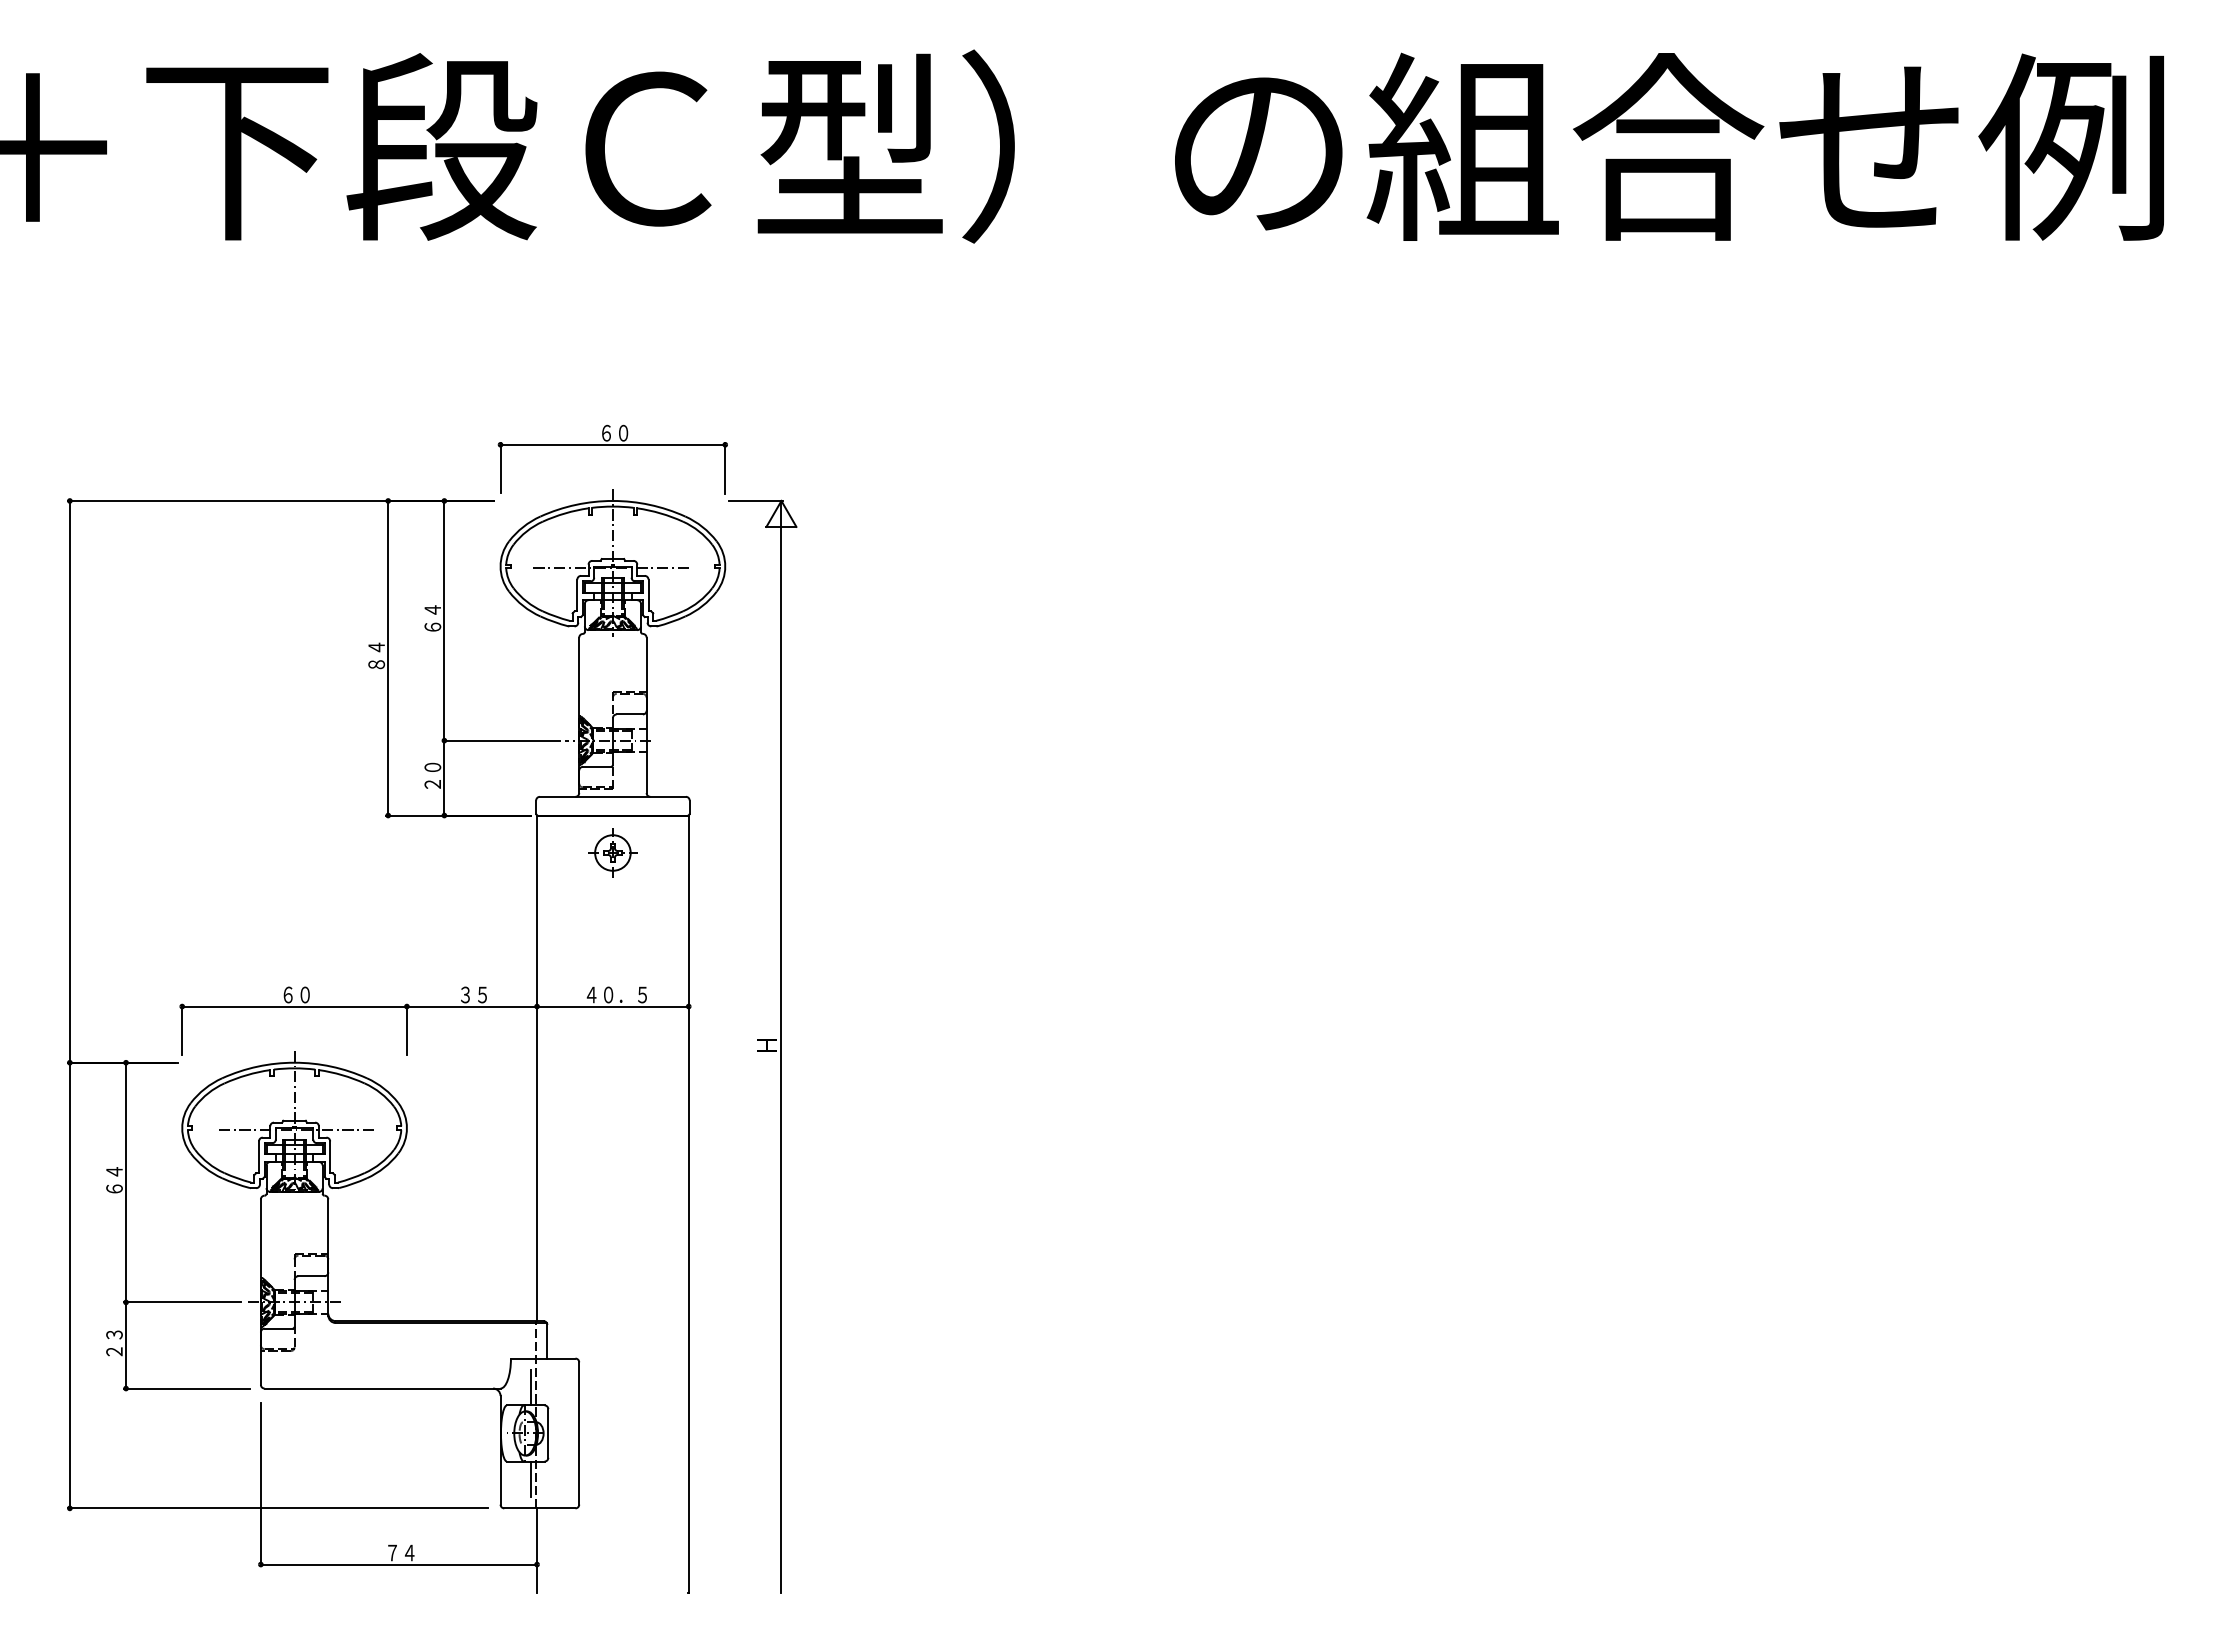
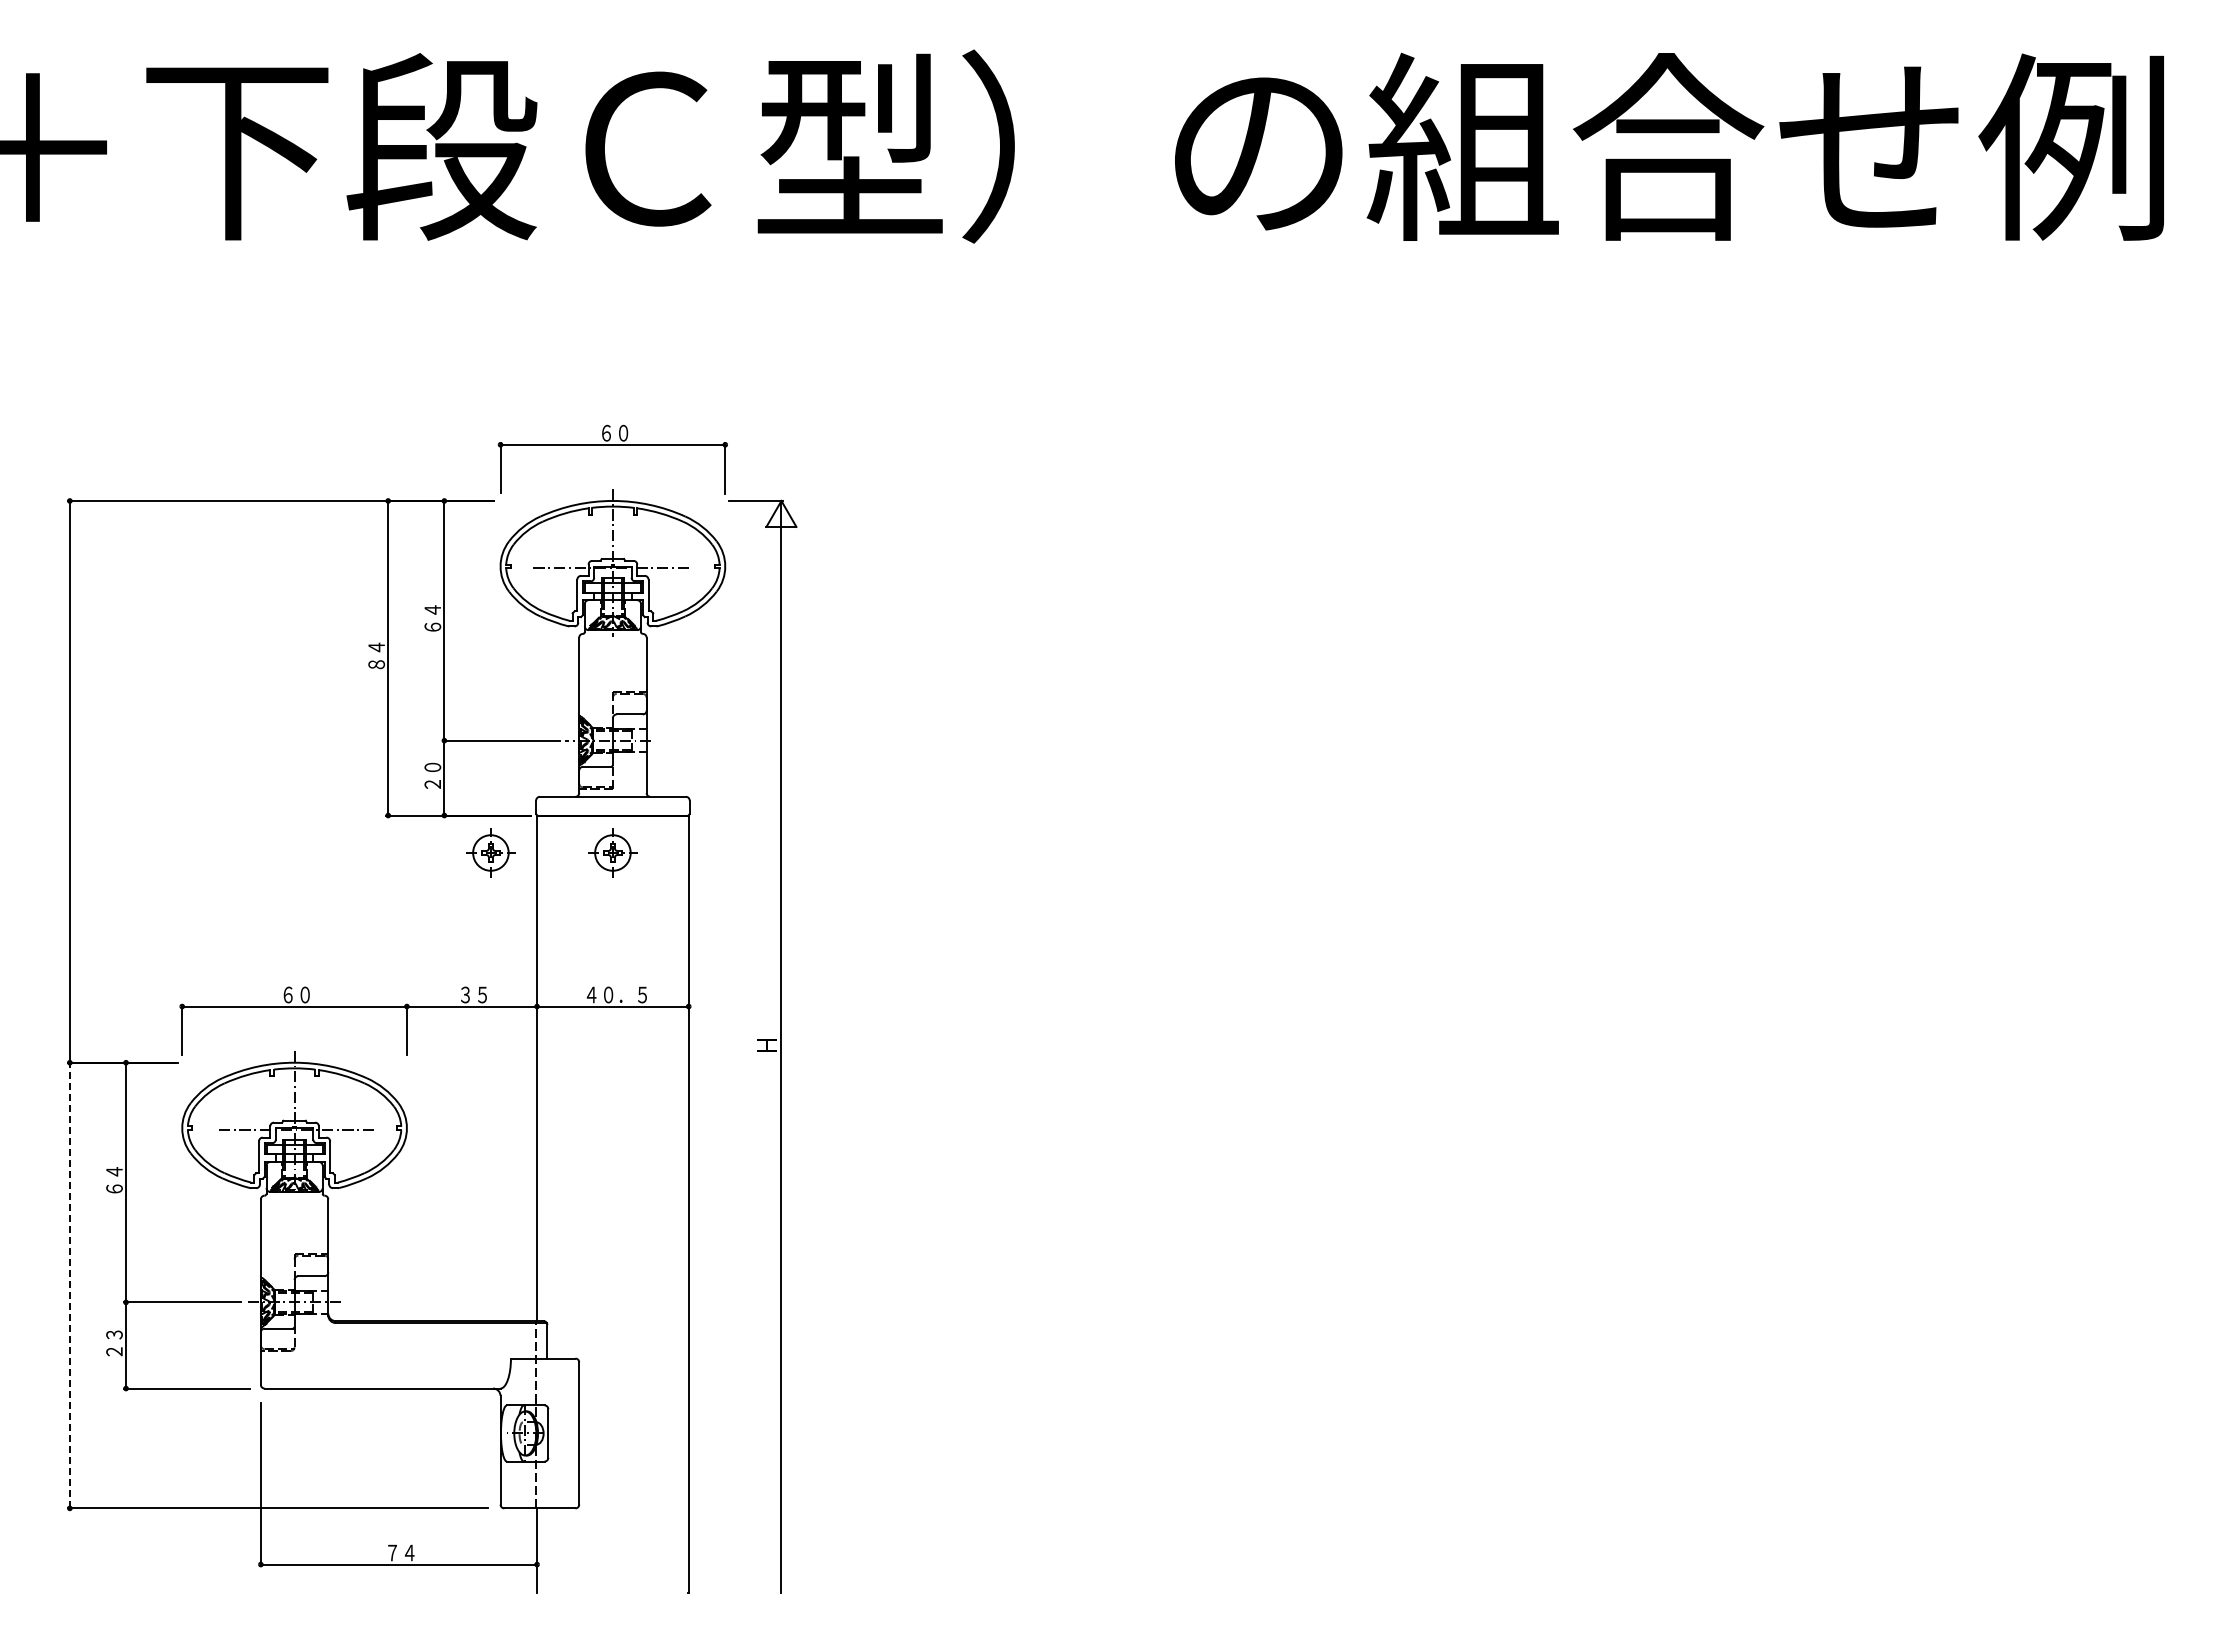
part at (490, 852): none -> present
line at (69, 1285): solid -> dashed
line at (531, 1387): present -> none
line at (531, 1479): present -> none
